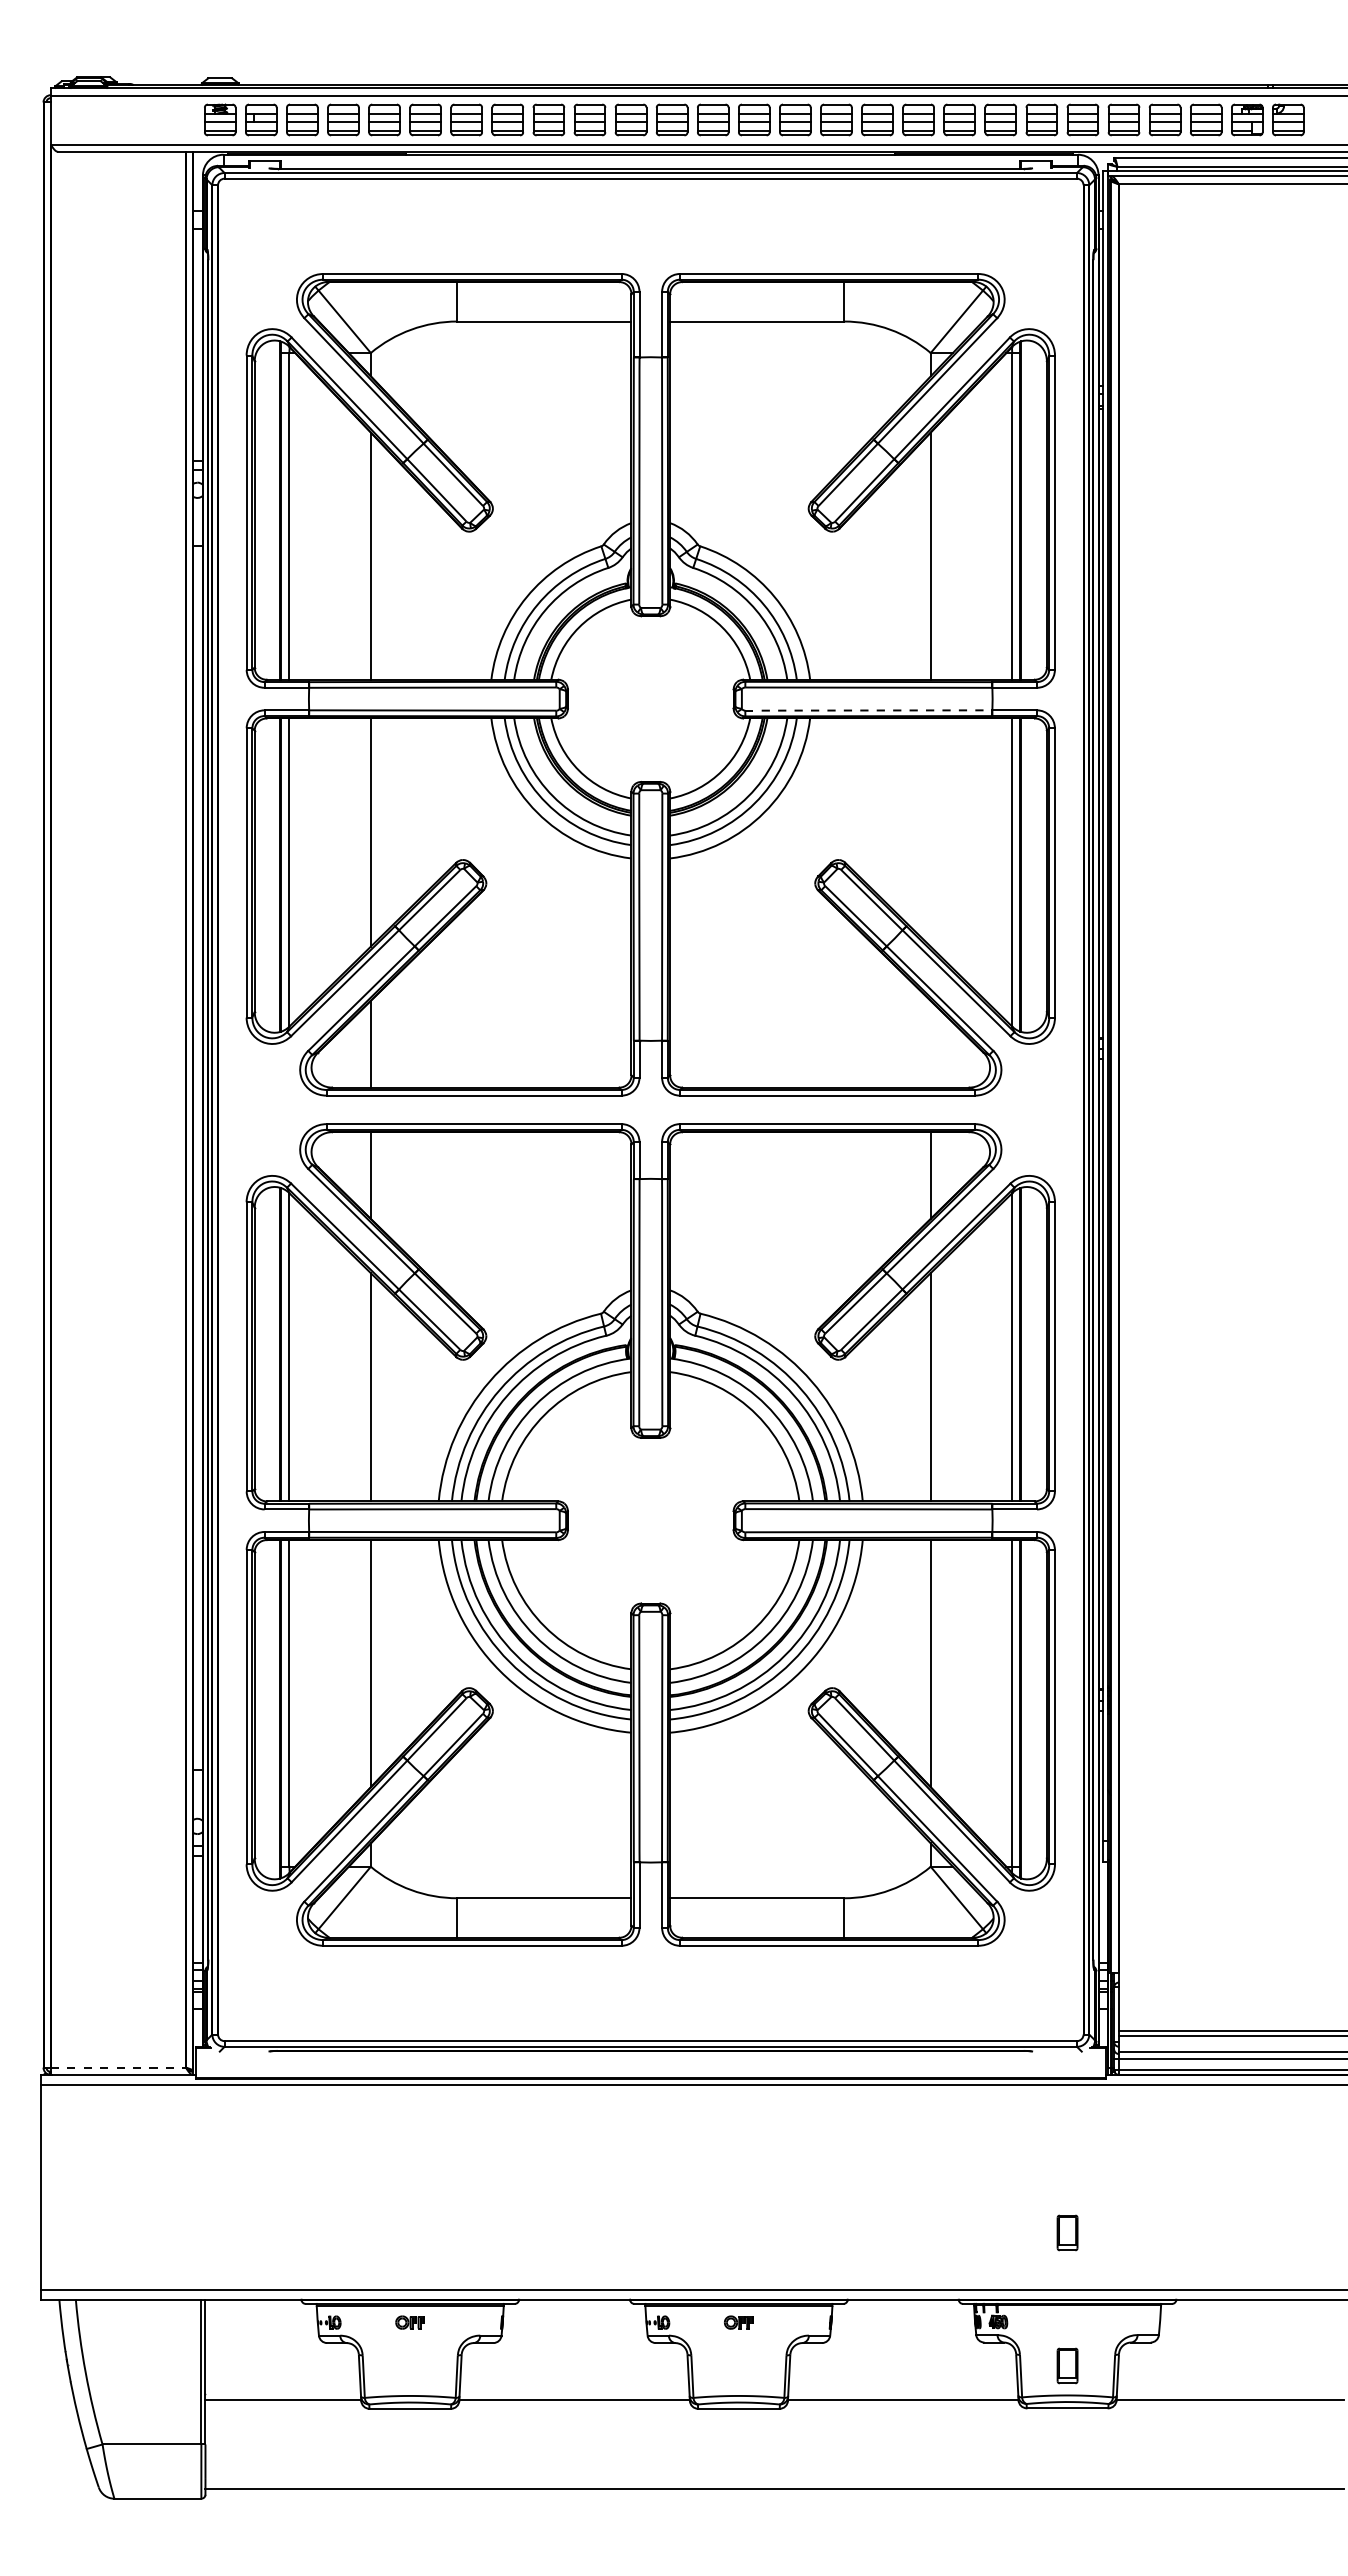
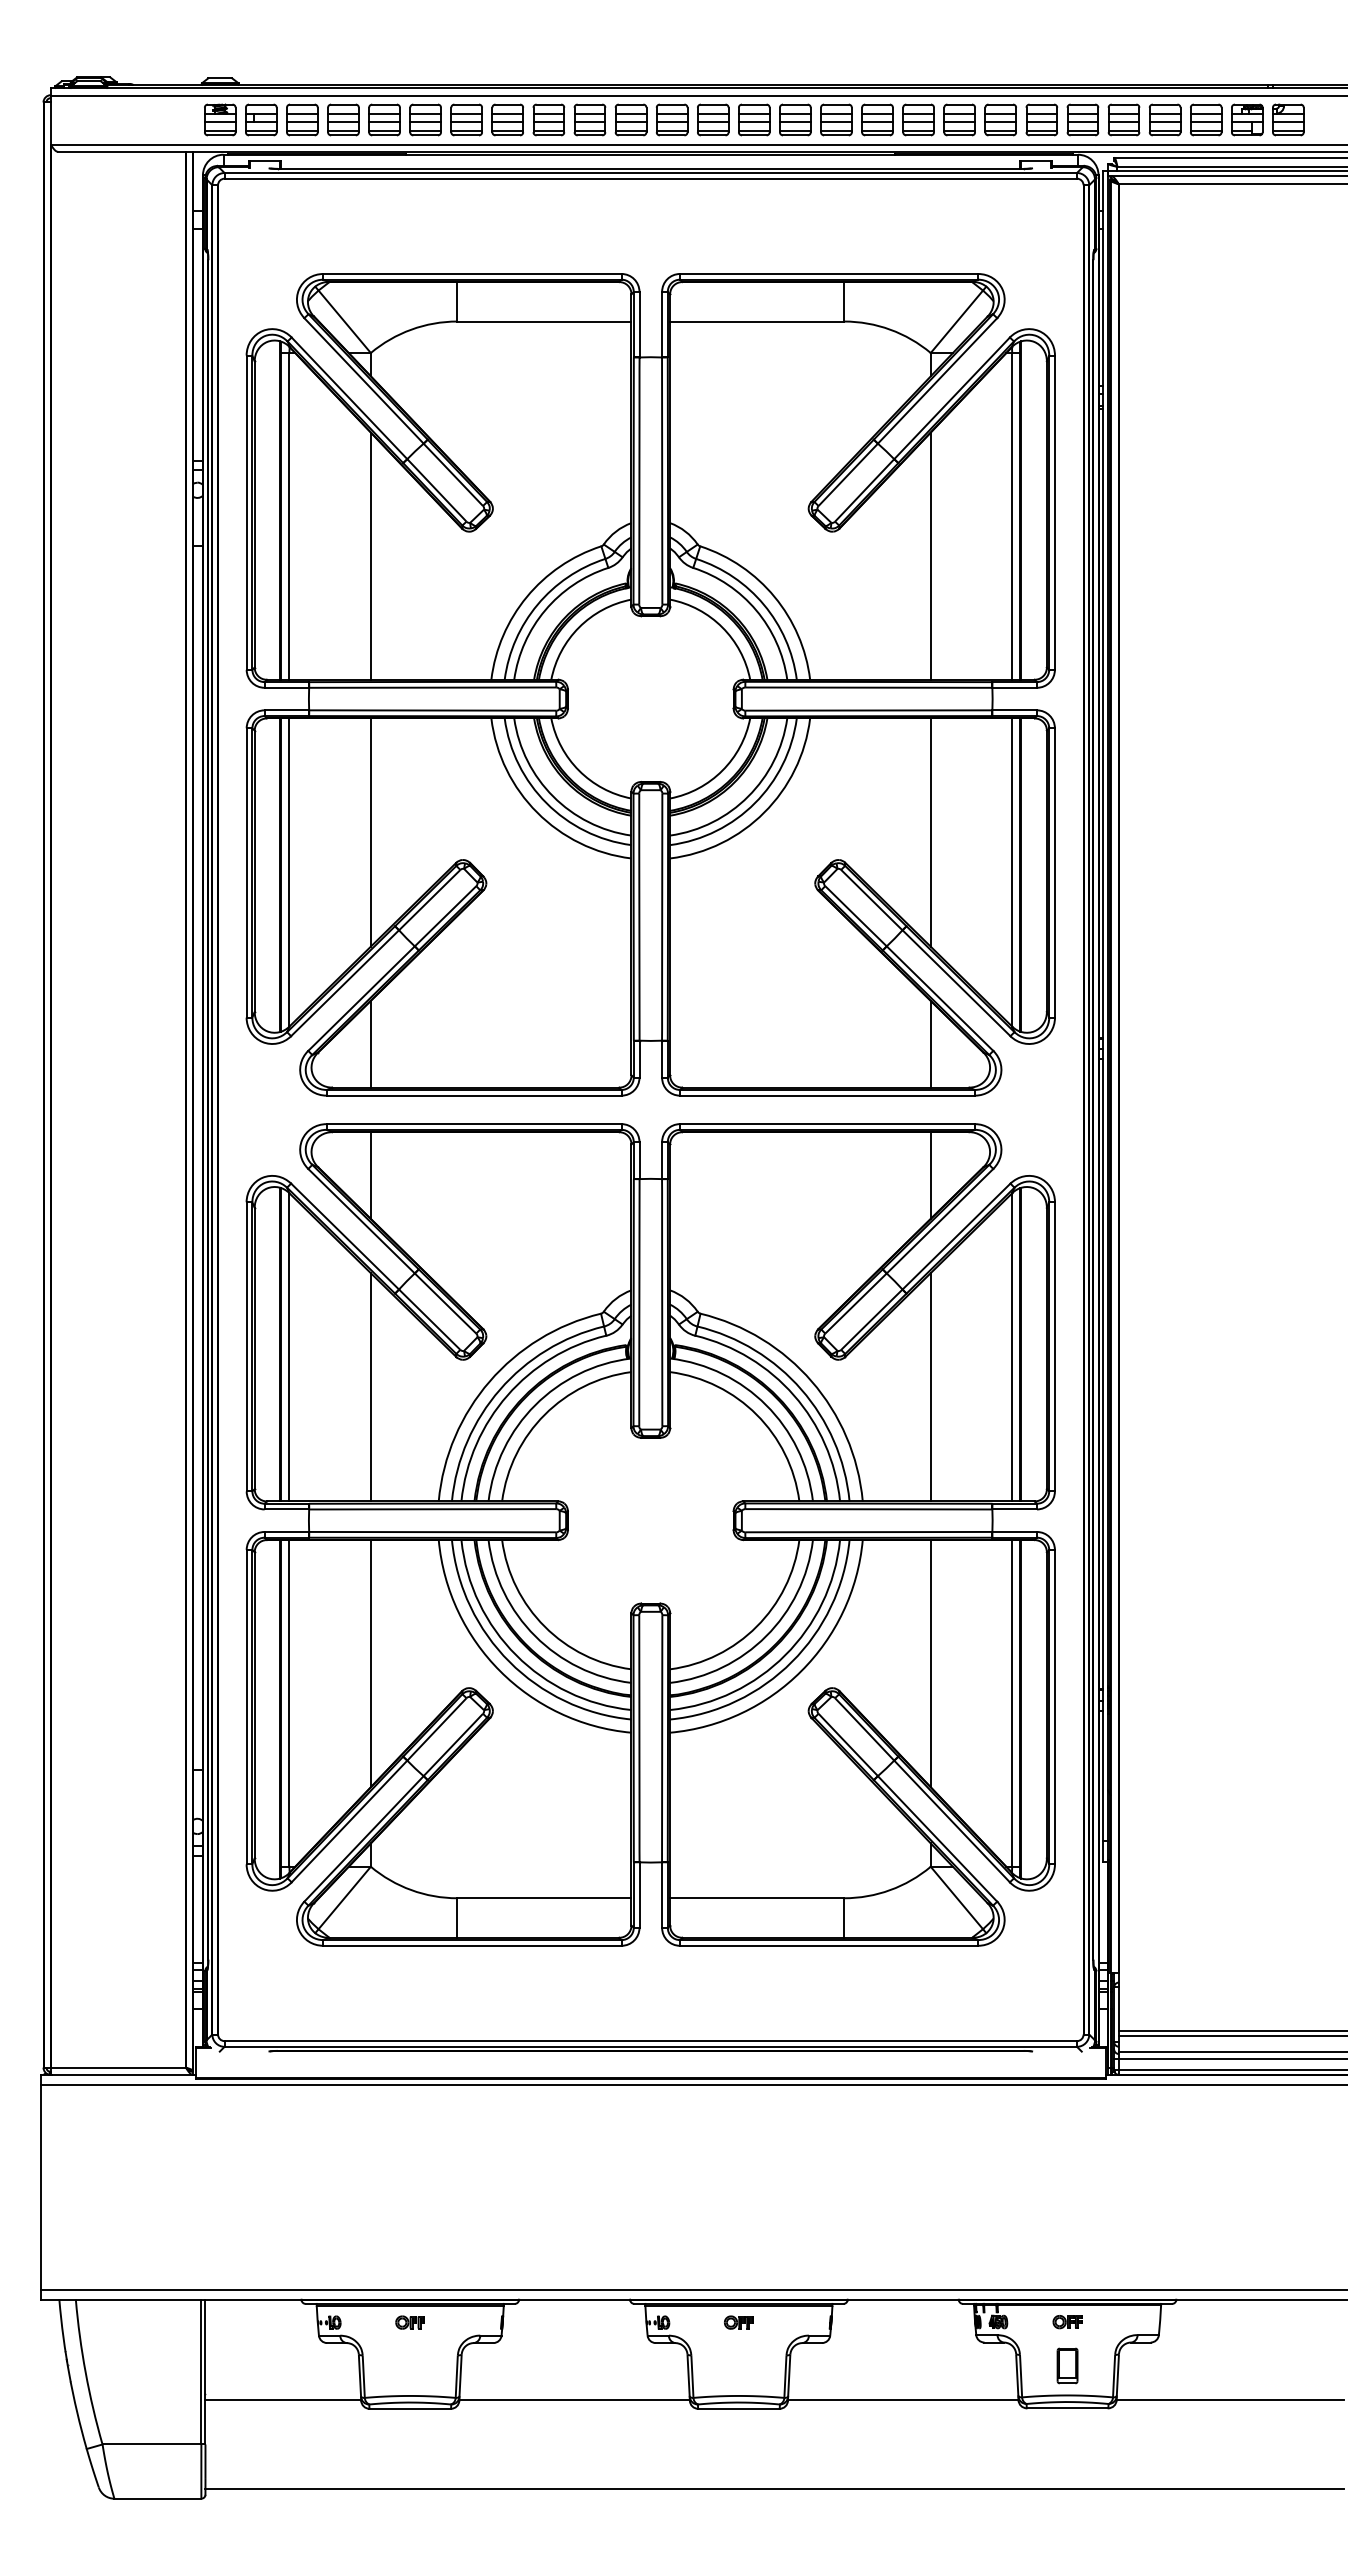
line at (867, 710): dashed -> solid
line at (930, 832): none -> present
line at (930, 1043): none -> present
line at (118, 2067): dashed -> solid
part at (1067, 2232): present -> none
part at (1067, 2322): none -> present
